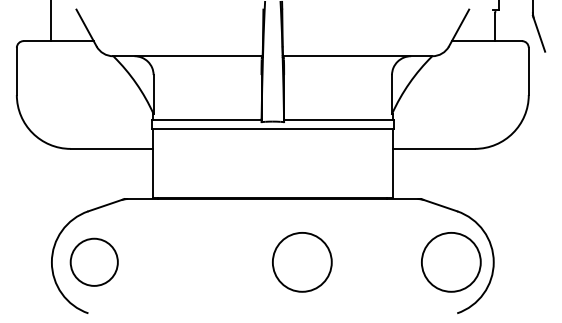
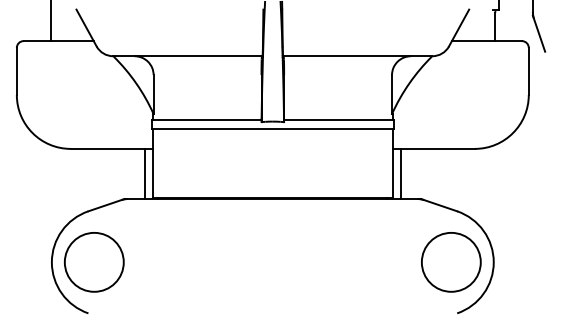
line at (144, 173): none -> present
line at (400, 173): none -> present
circle at (93, 261) diameter: 47 px -> 59 px
circle at (302, 262): present -> none
